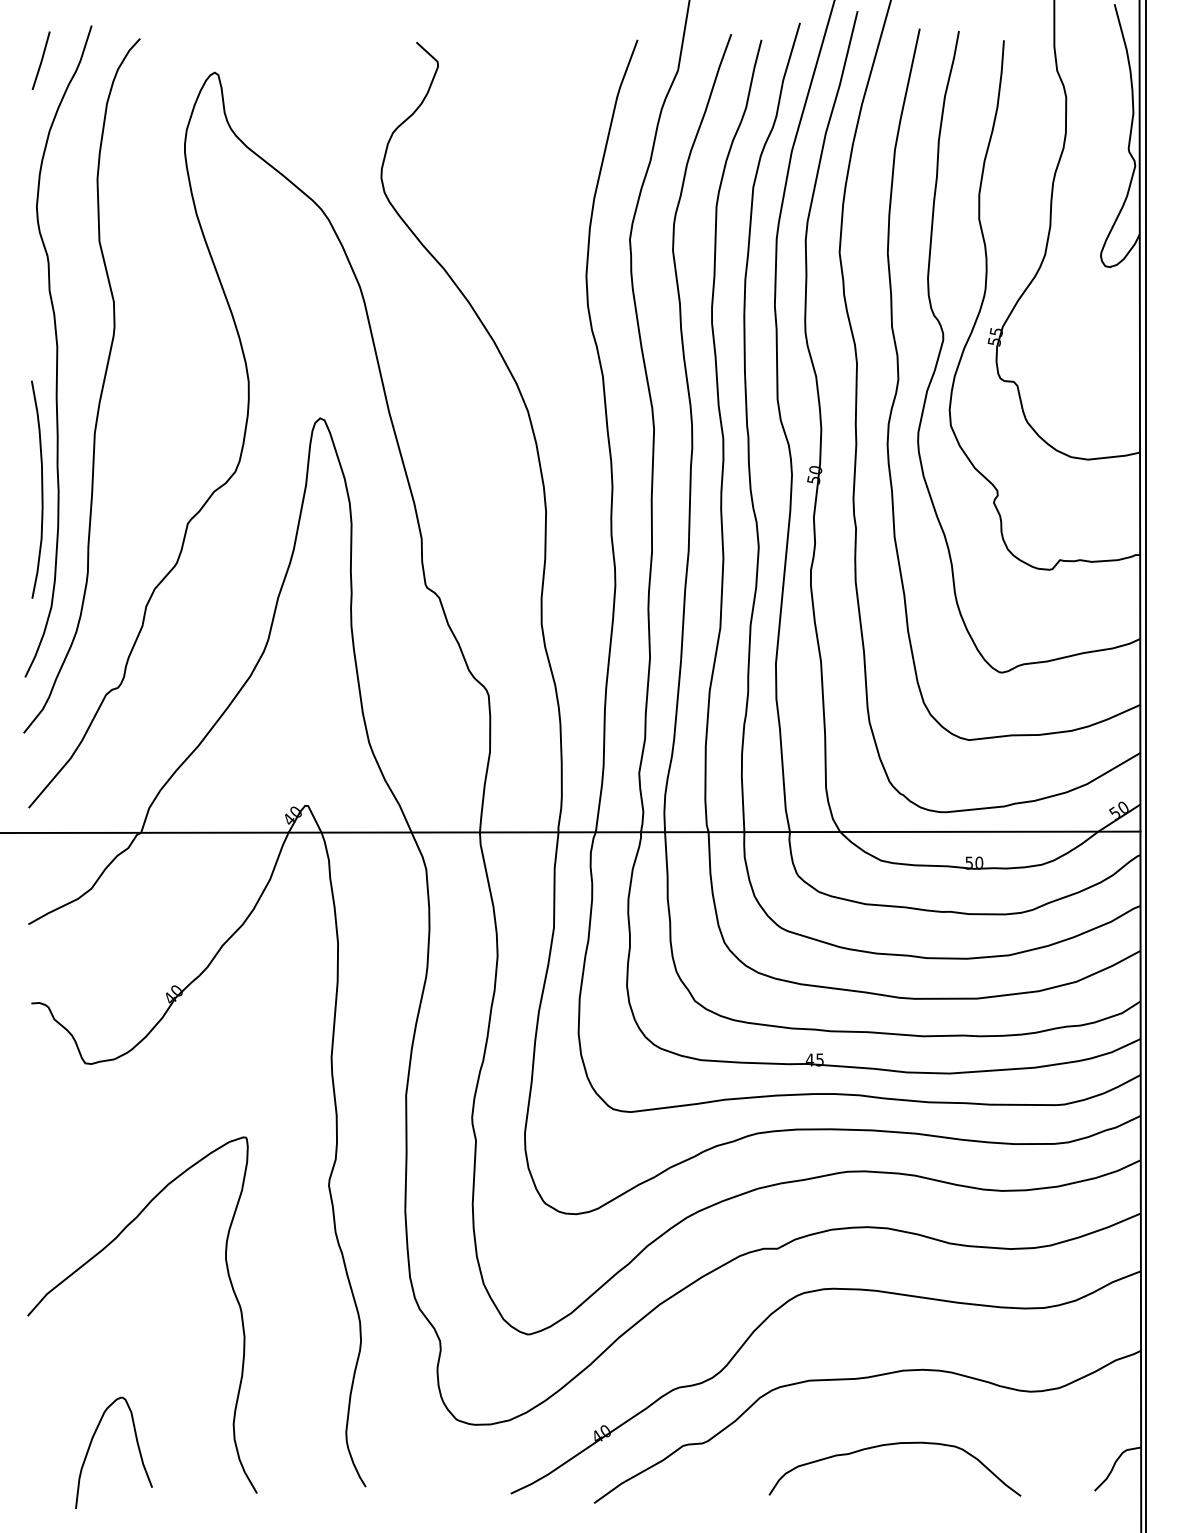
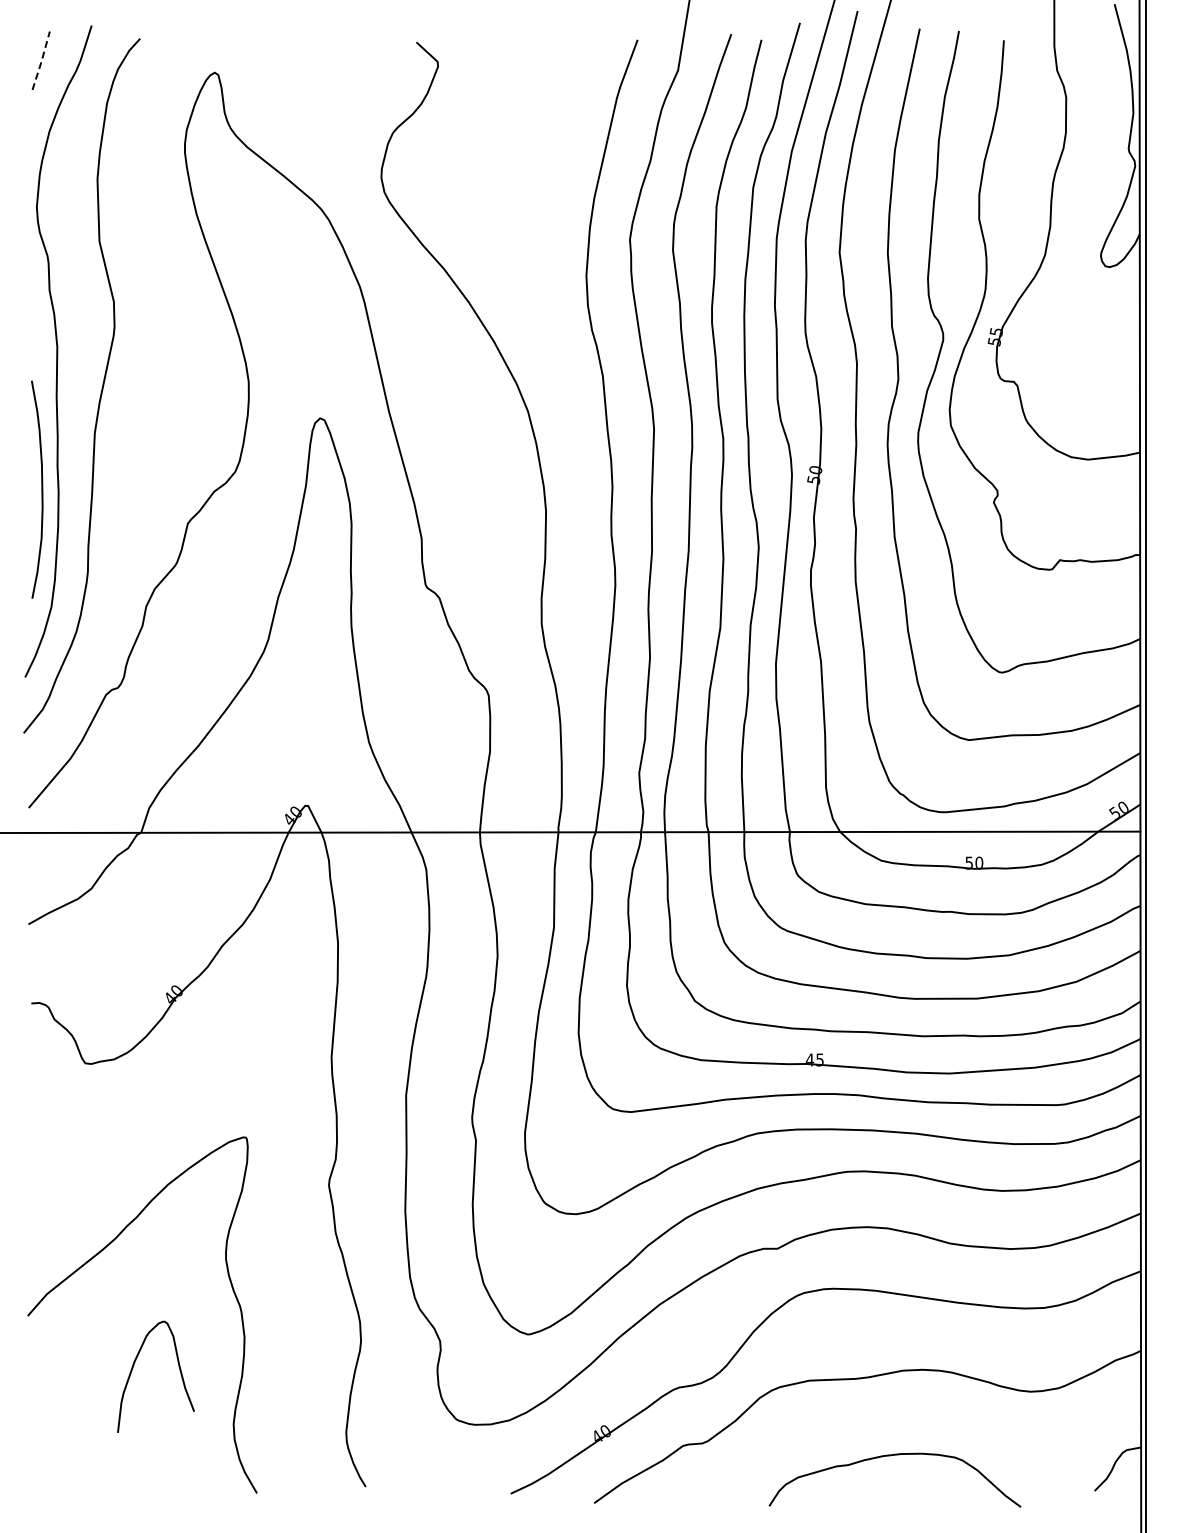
line at (41, 61): solid -> dashed
curve at (91, 1444) position: (91, 1444) -> (133, 1368)
curve at (890, 1445) position: (890, 1445) -> (890, 1456)
